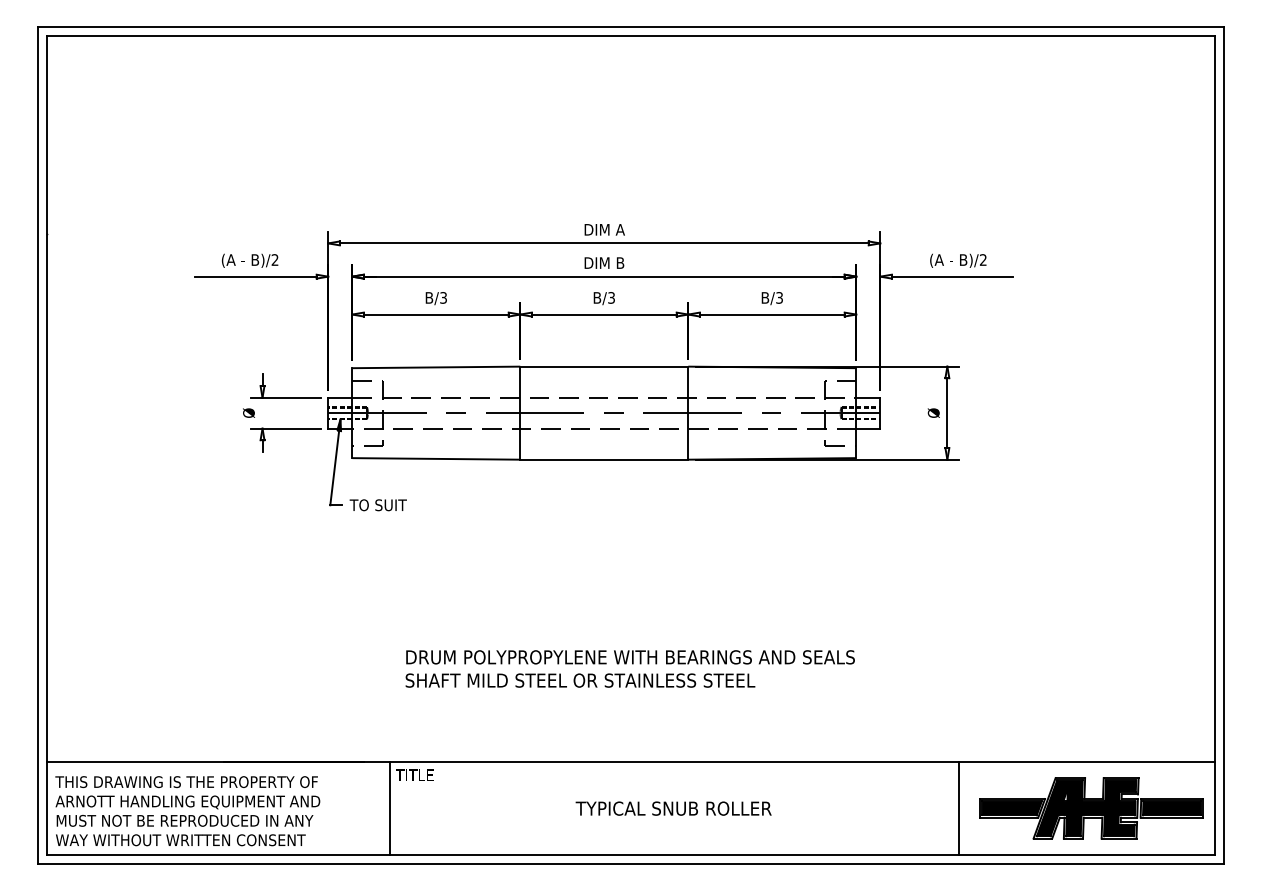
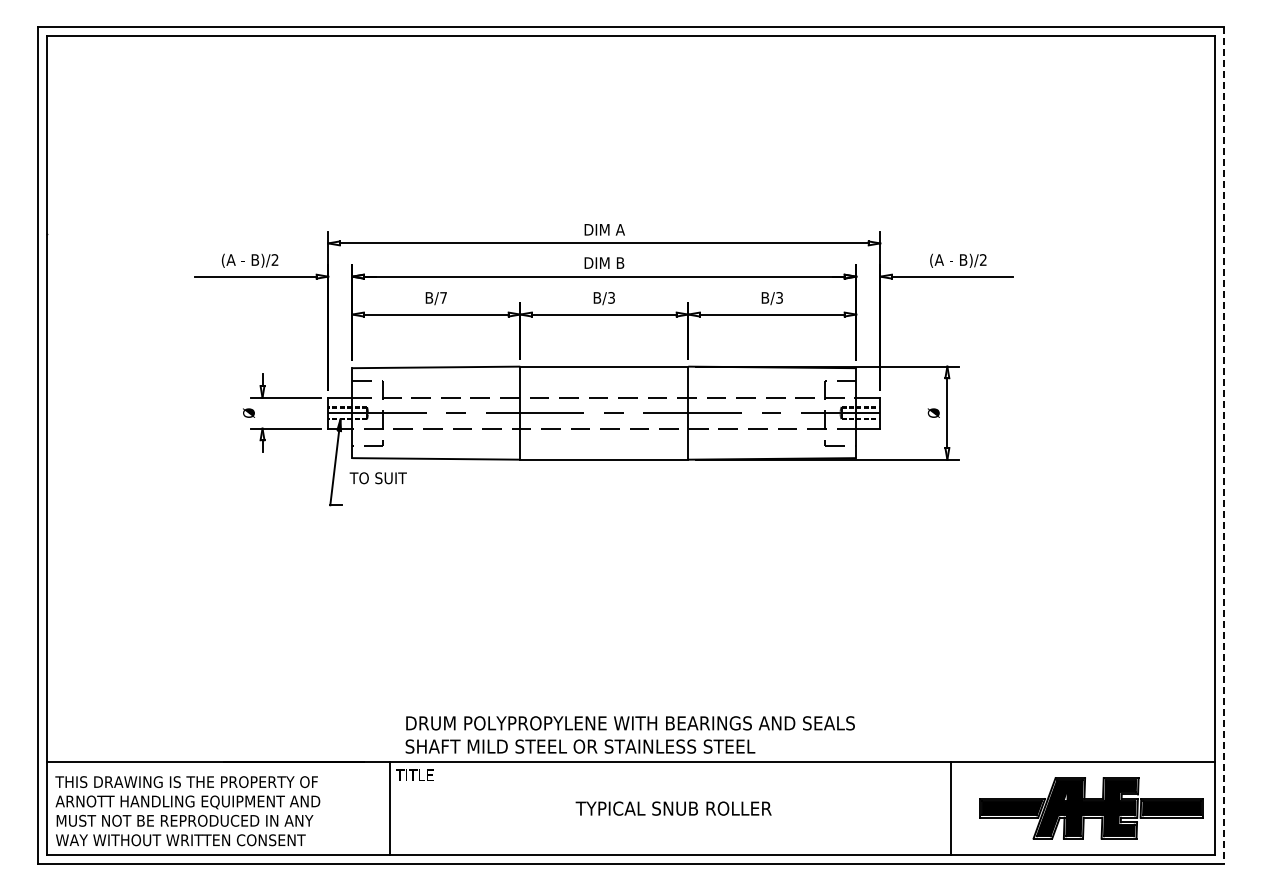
text at (443, 297): B/3 -> B/7
line at (1224, 445): solid -> dashed
text at (377, 505) position: (377, 505) -> (377, 478)
text at (629, 668) position: (629, 668) -> (629, 734)
line at (958, 807) position: (958, 807) -> (950, 807)
